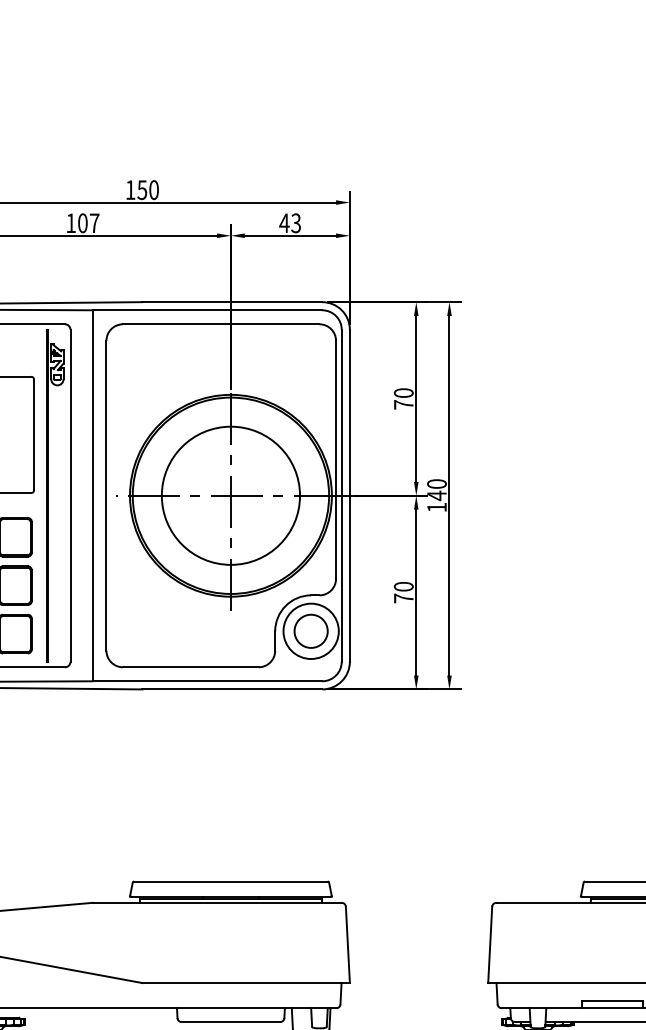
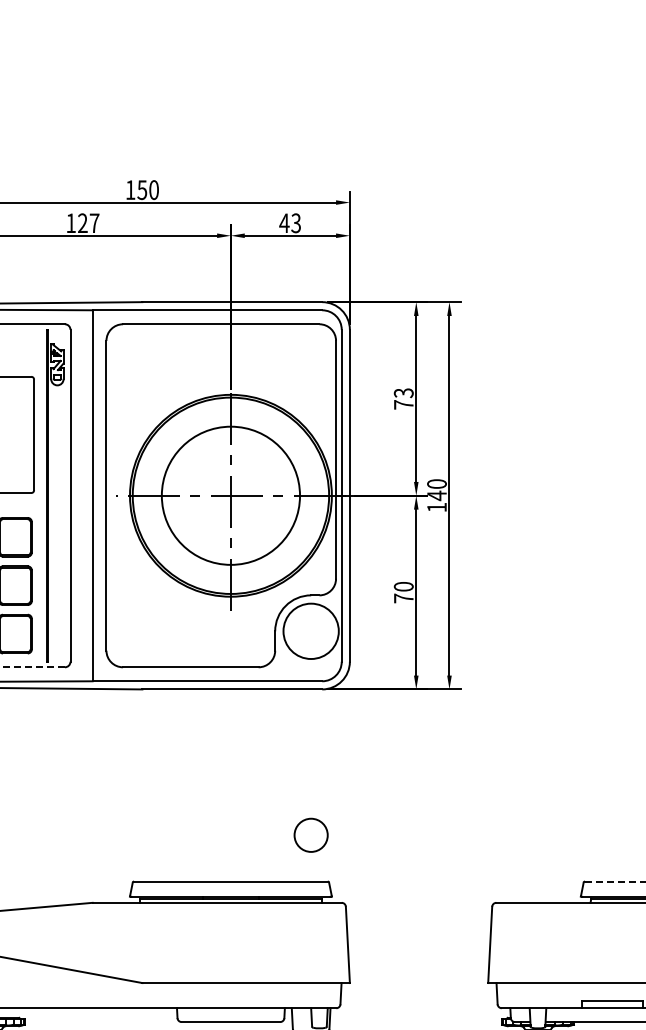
text at (82, 223): 107 -> 127
text at (403, 393): 70 -> 73
circle at (310, 630) position: (310, 630) -> (310, 834)
line at (32, 667): solid -> dashed
line at (614, 881): solid -> dashed
